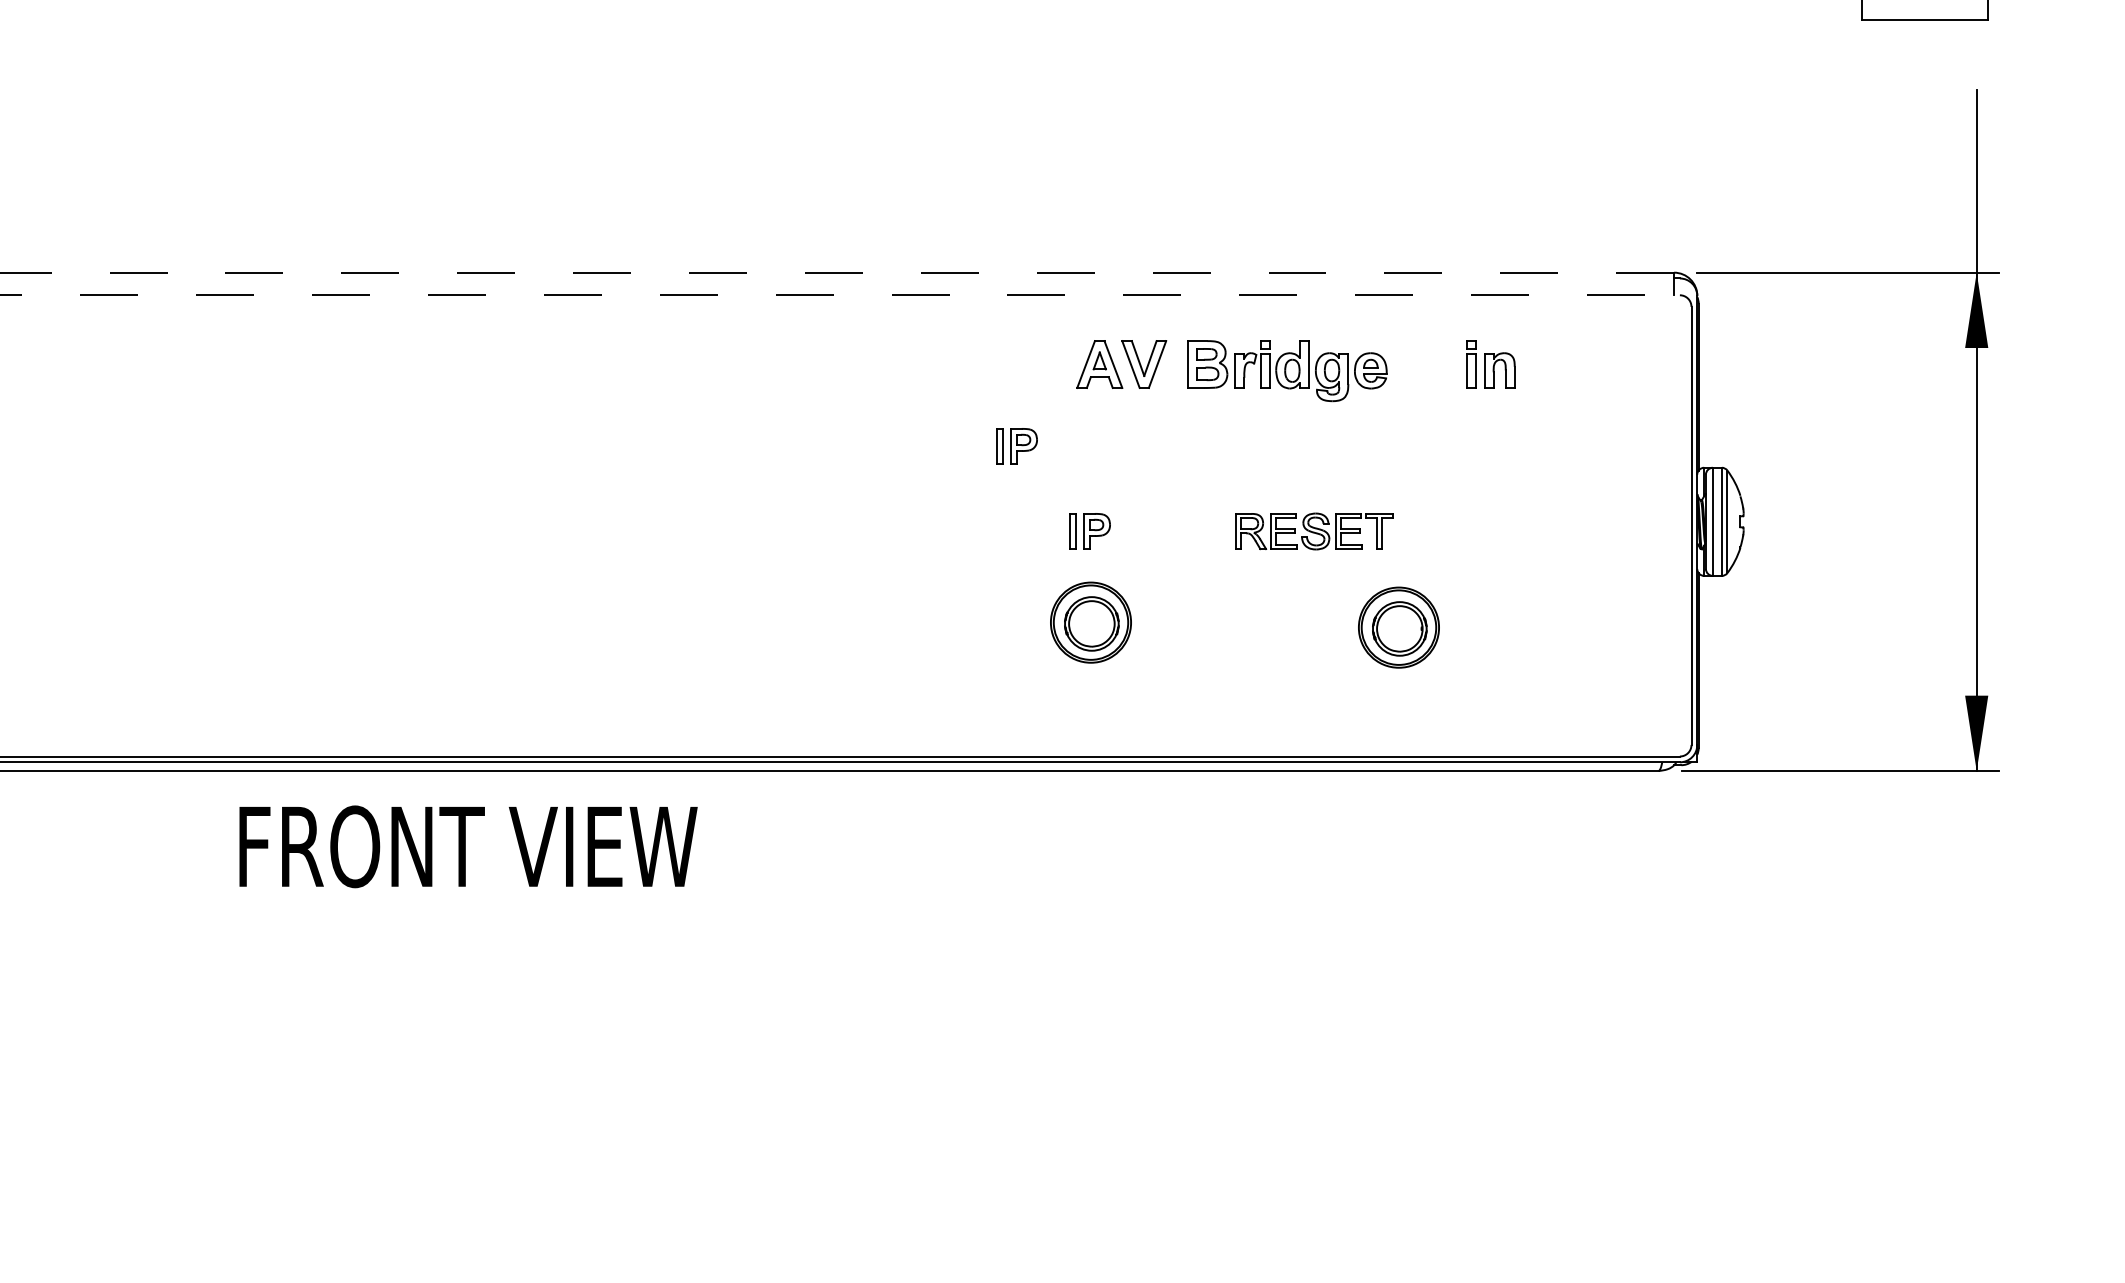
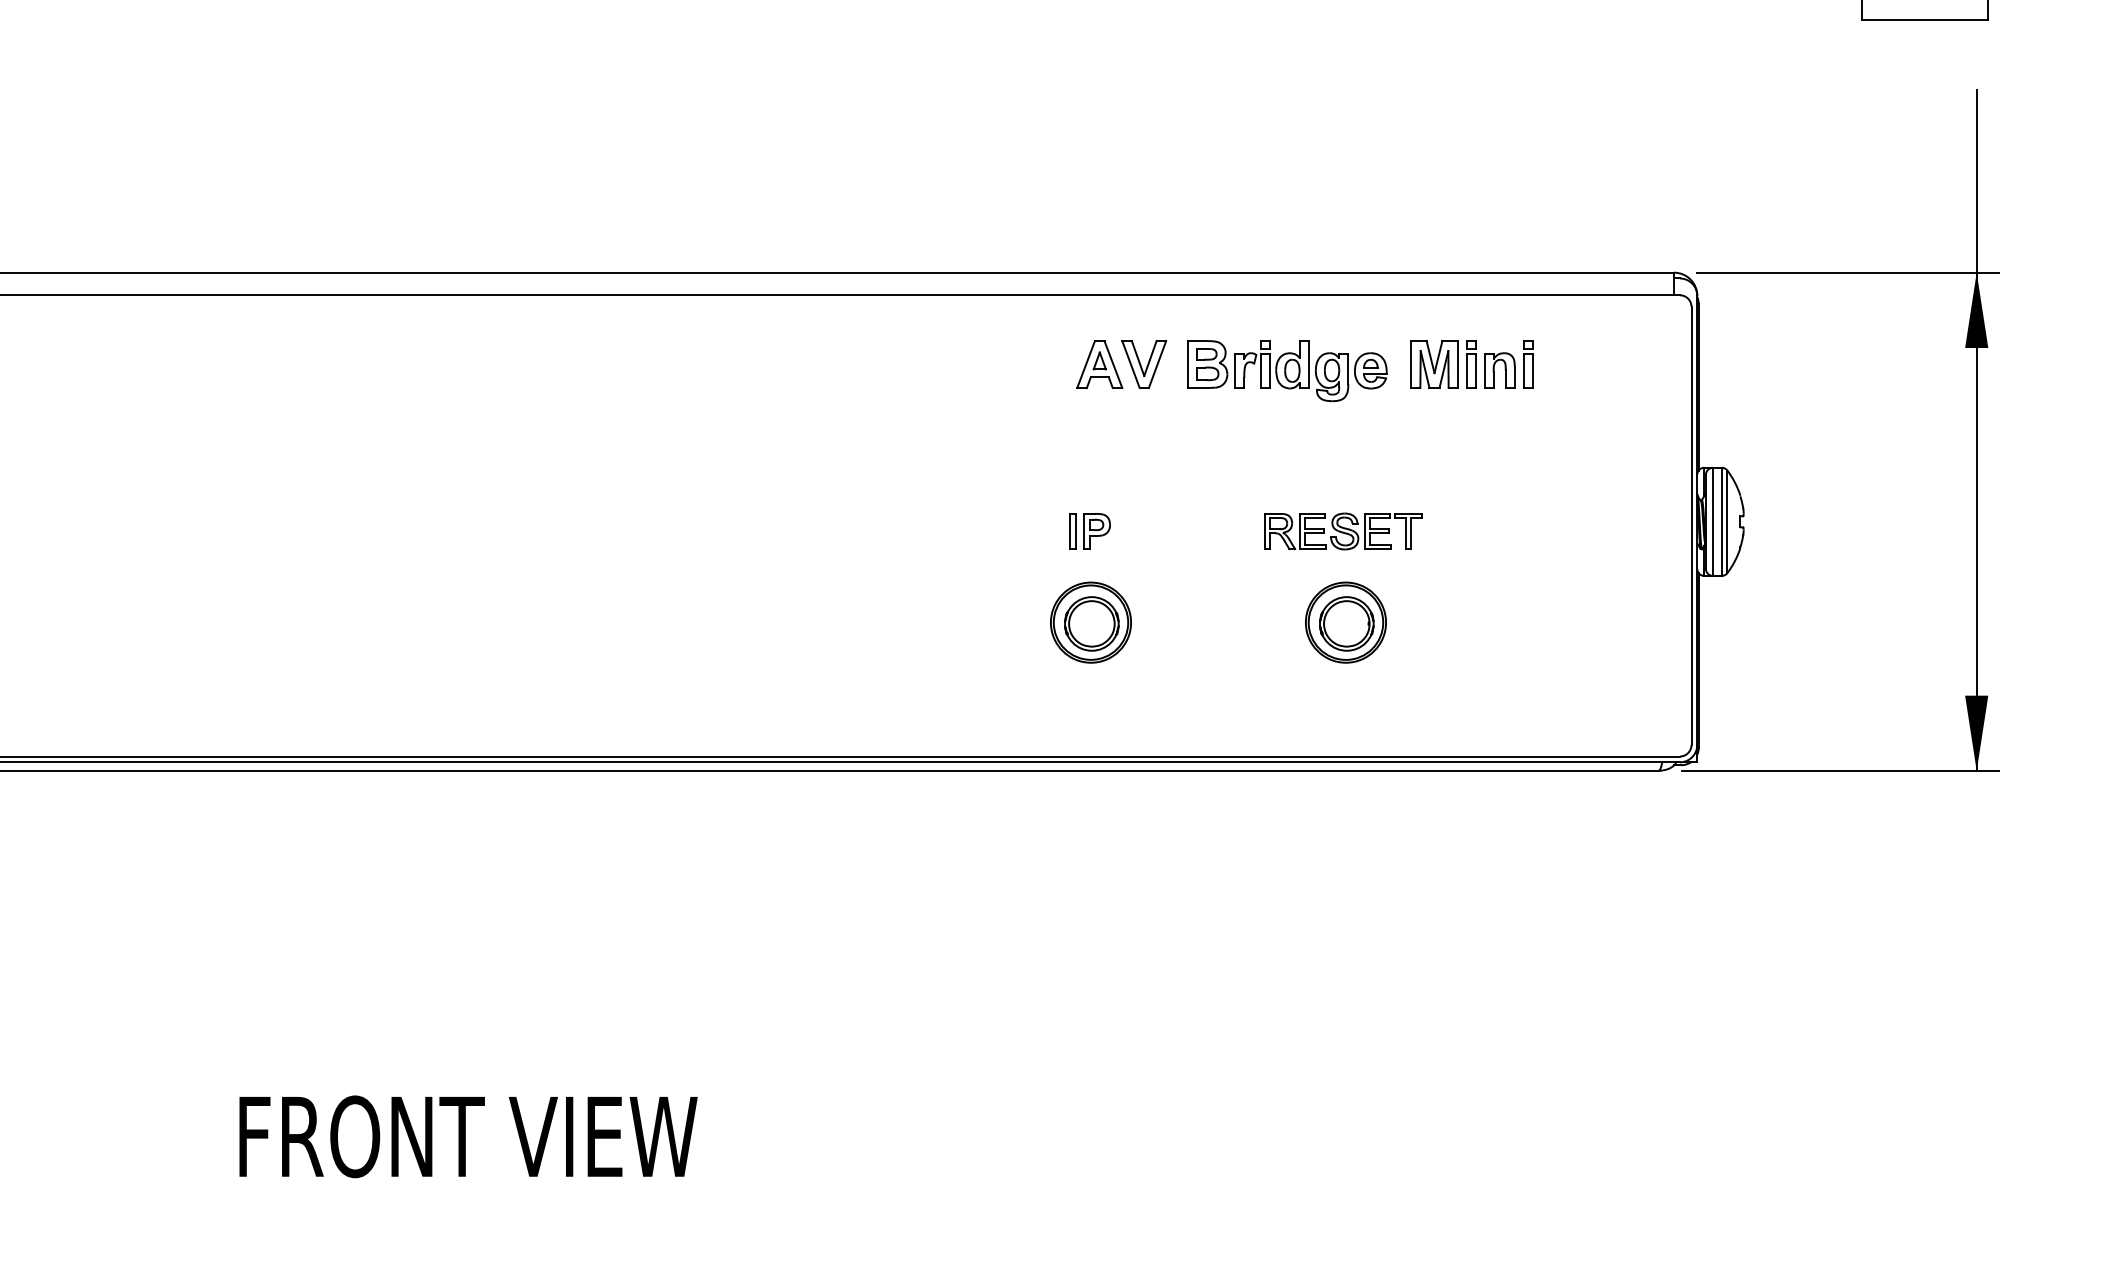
line at (837, 272): dashed -> solid
line at (840, 295): dashed -> solid
part at (1434, 364): none -> present
part at (1528, 364): none -> present
part at (1016, 446): present -> none
part at (1314, 531) position: (1314, 531) -> (1343, 531)
part at (1398, 627) position: (1398, 627) -> (1345, 622)
text at (468, 846) position: (468, 846) -> (468, 1136)
